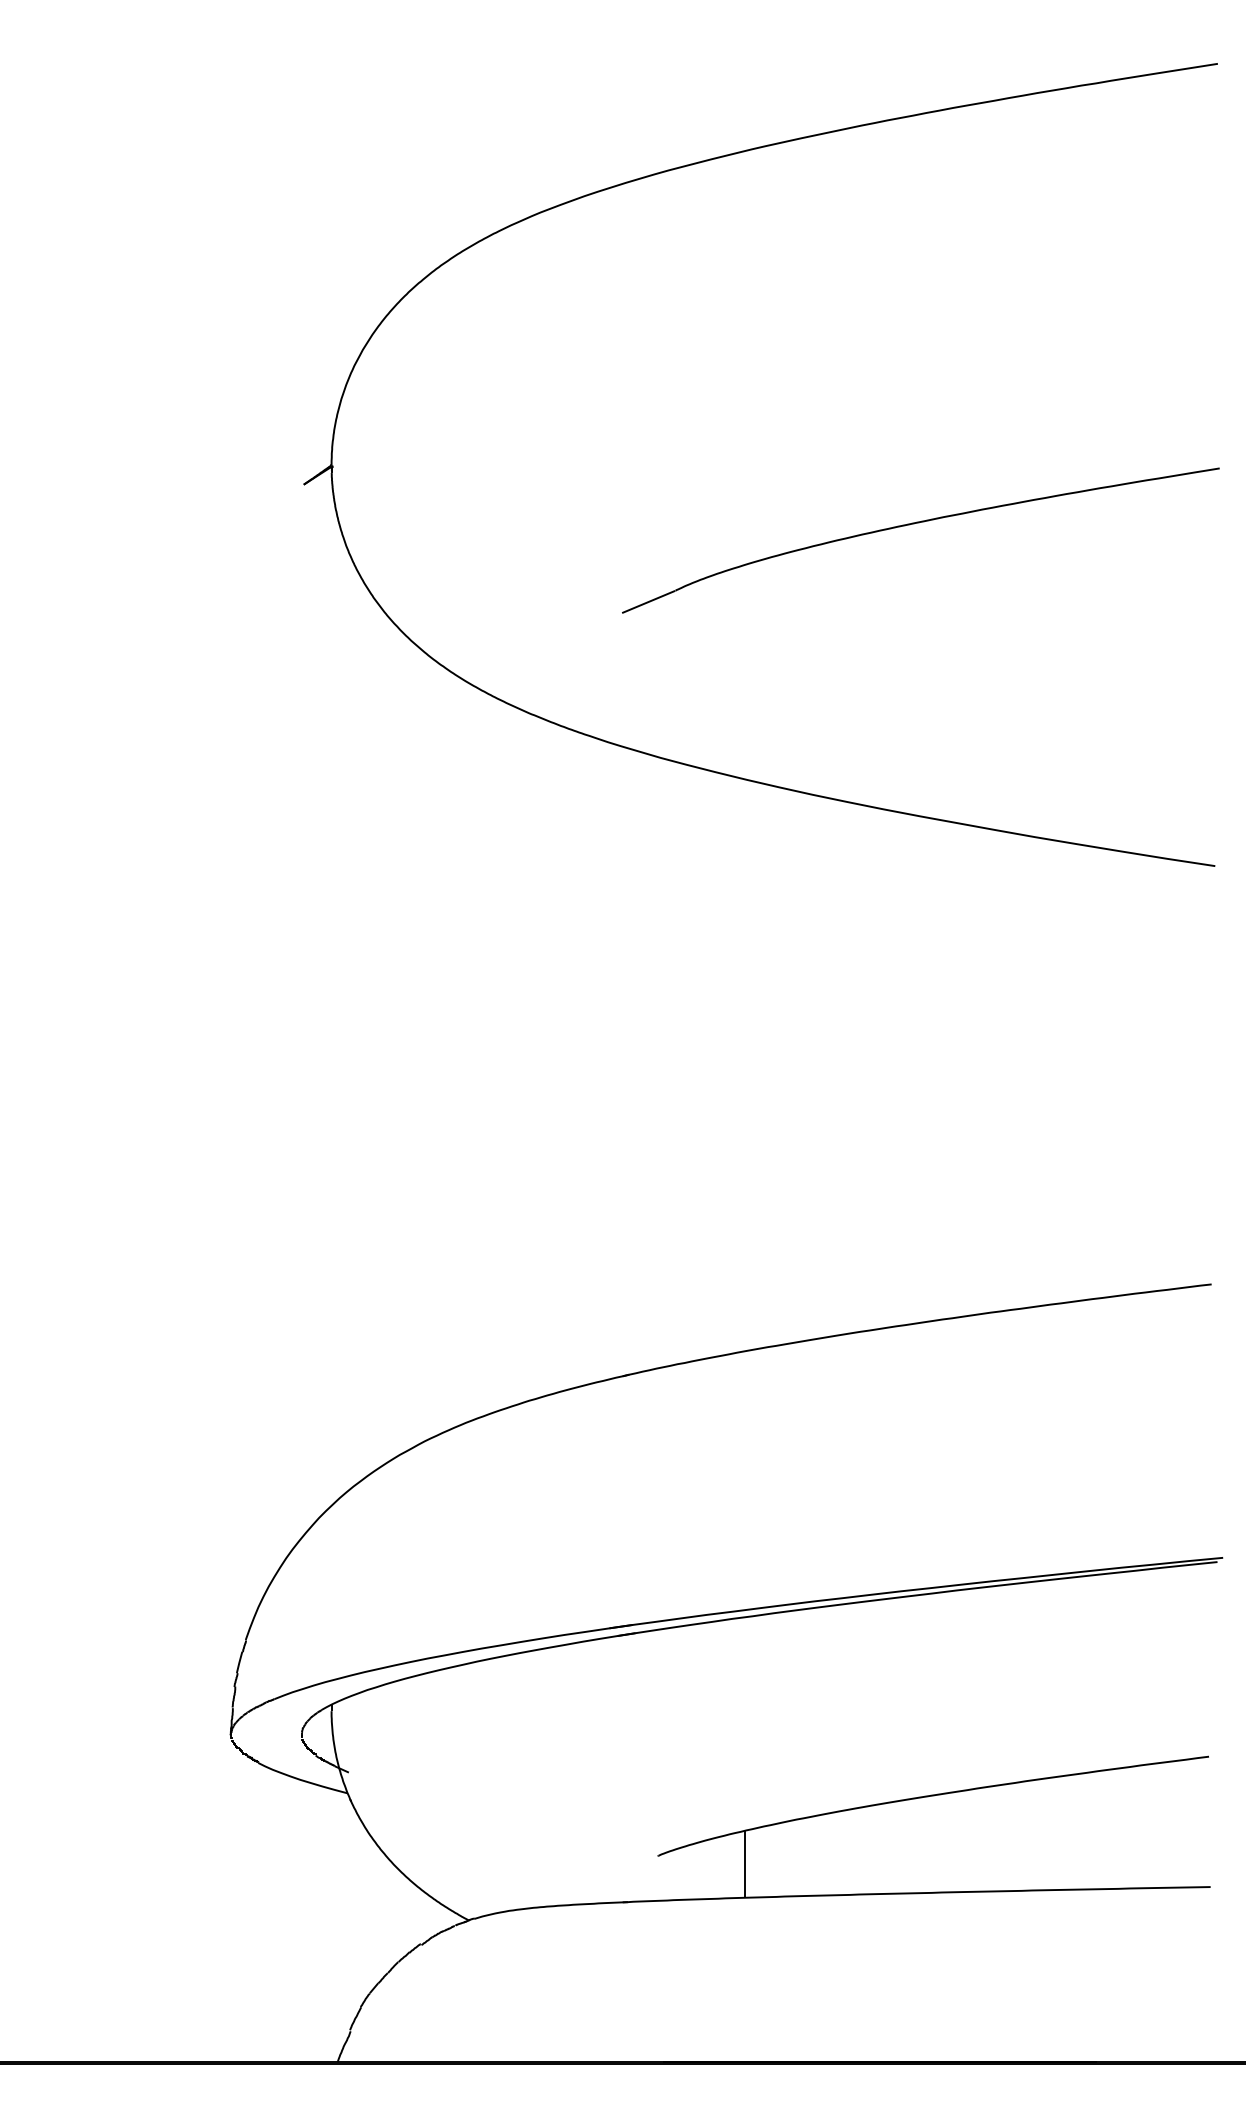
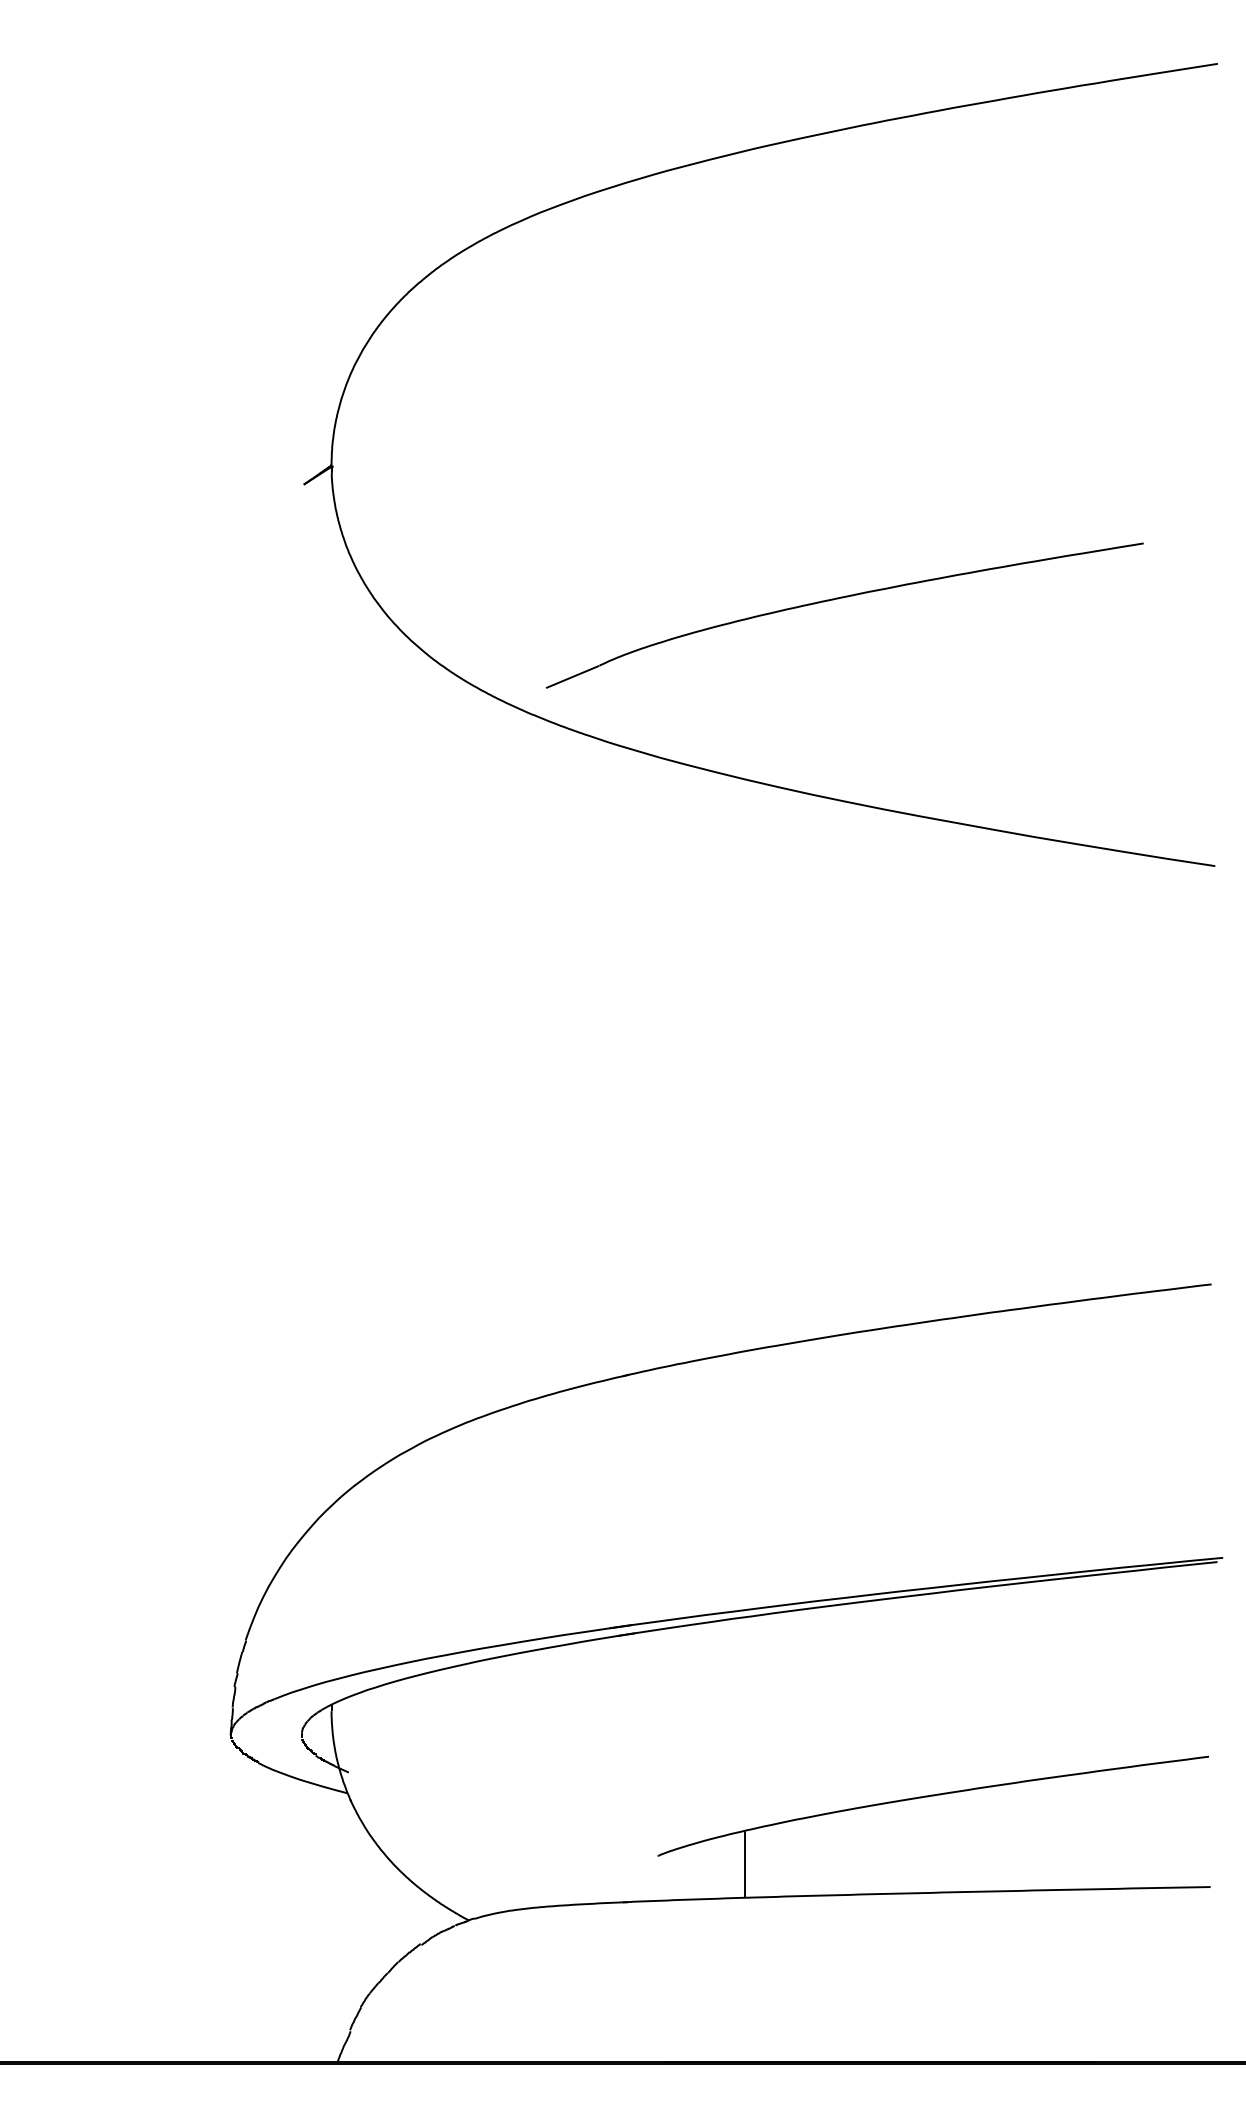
part at (919, 523) position: (919, 523) -> (843, 598)
